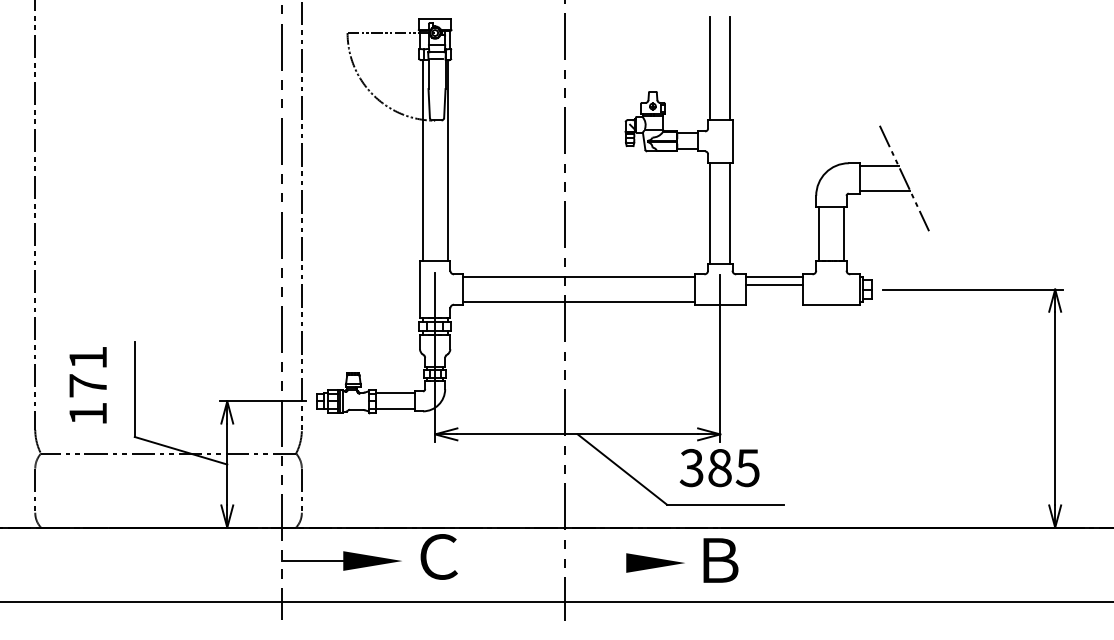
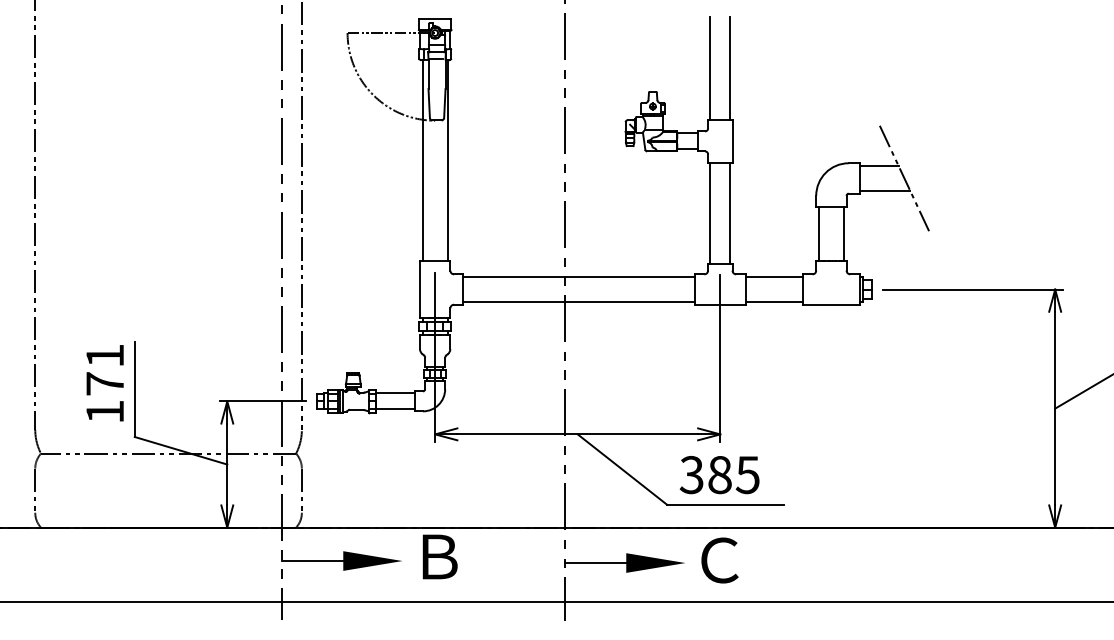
line at (774, 285) position: (774, 285) -> (774, 302)
text at (87, 385) position: (87, 385) -> (104, 383)
line at (1082, 392): none -> present
text at (719, 468) position: (719, 468) -> (719, 475)
text at (438, 556): Ｃ -> Ｂ
text at (719, 560): Ｂ -> Ｃ
line at (595, 563): none -> present
